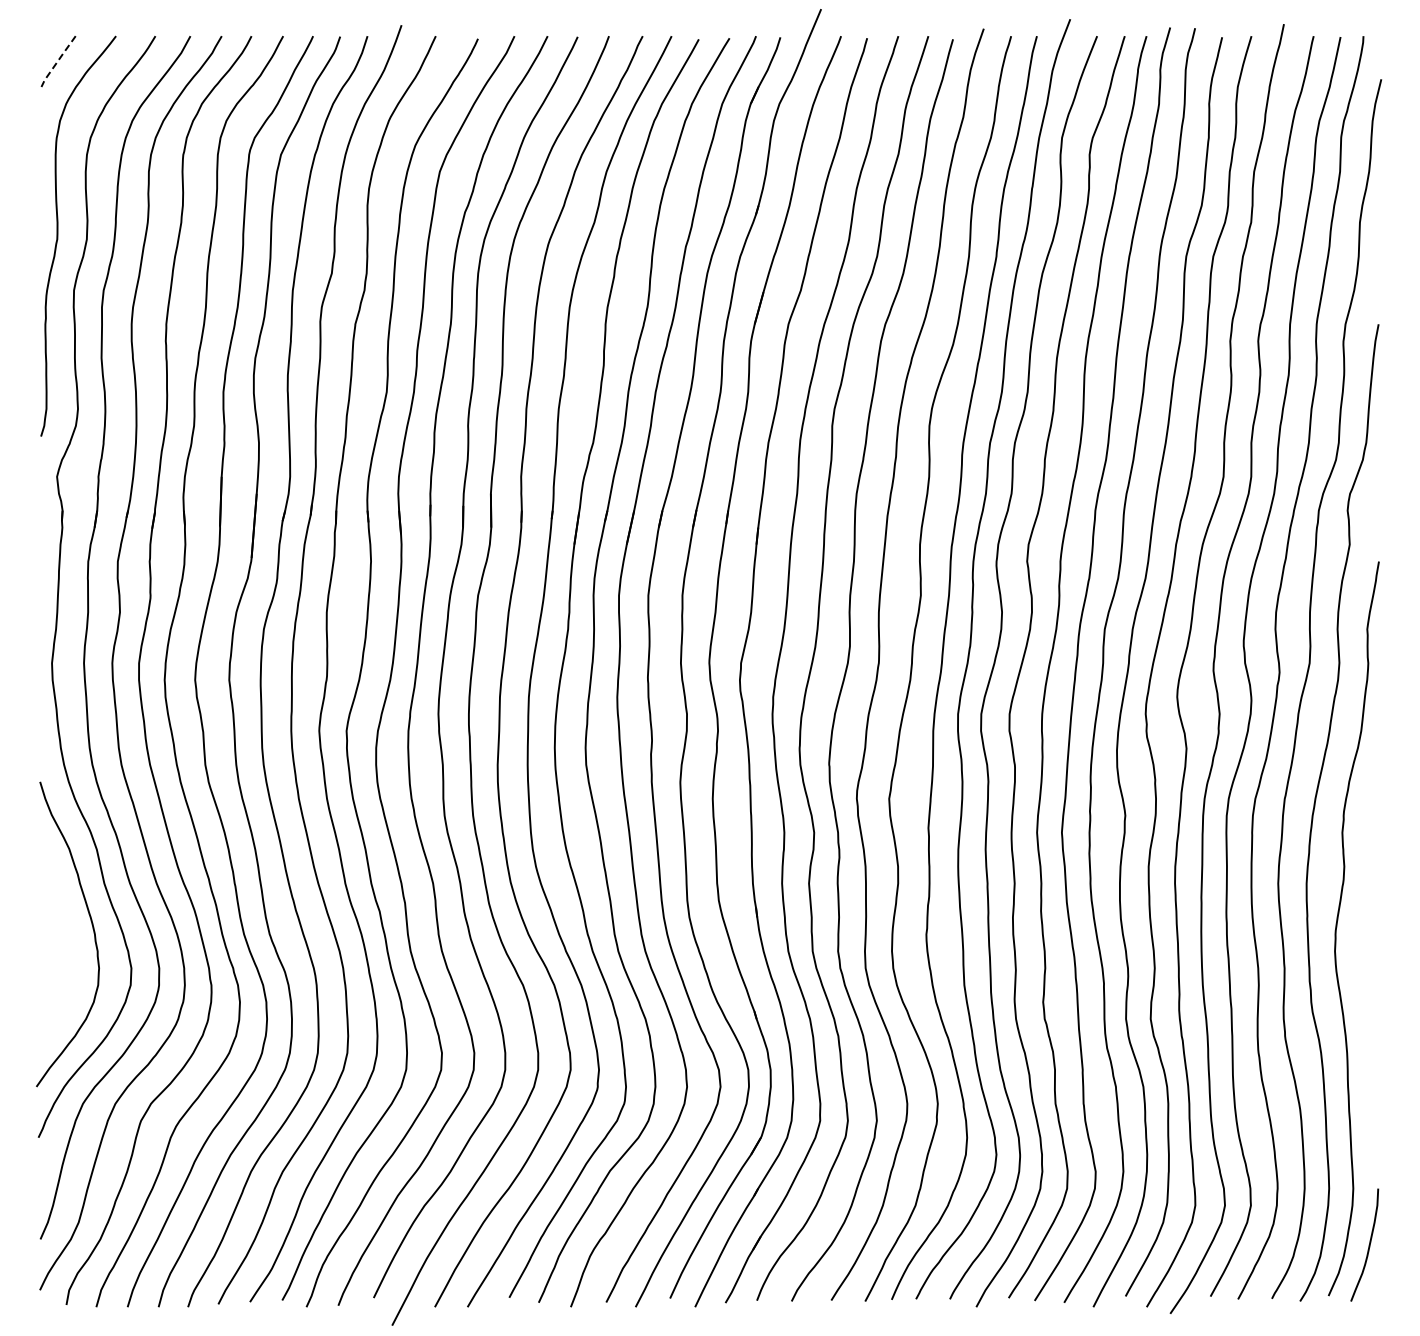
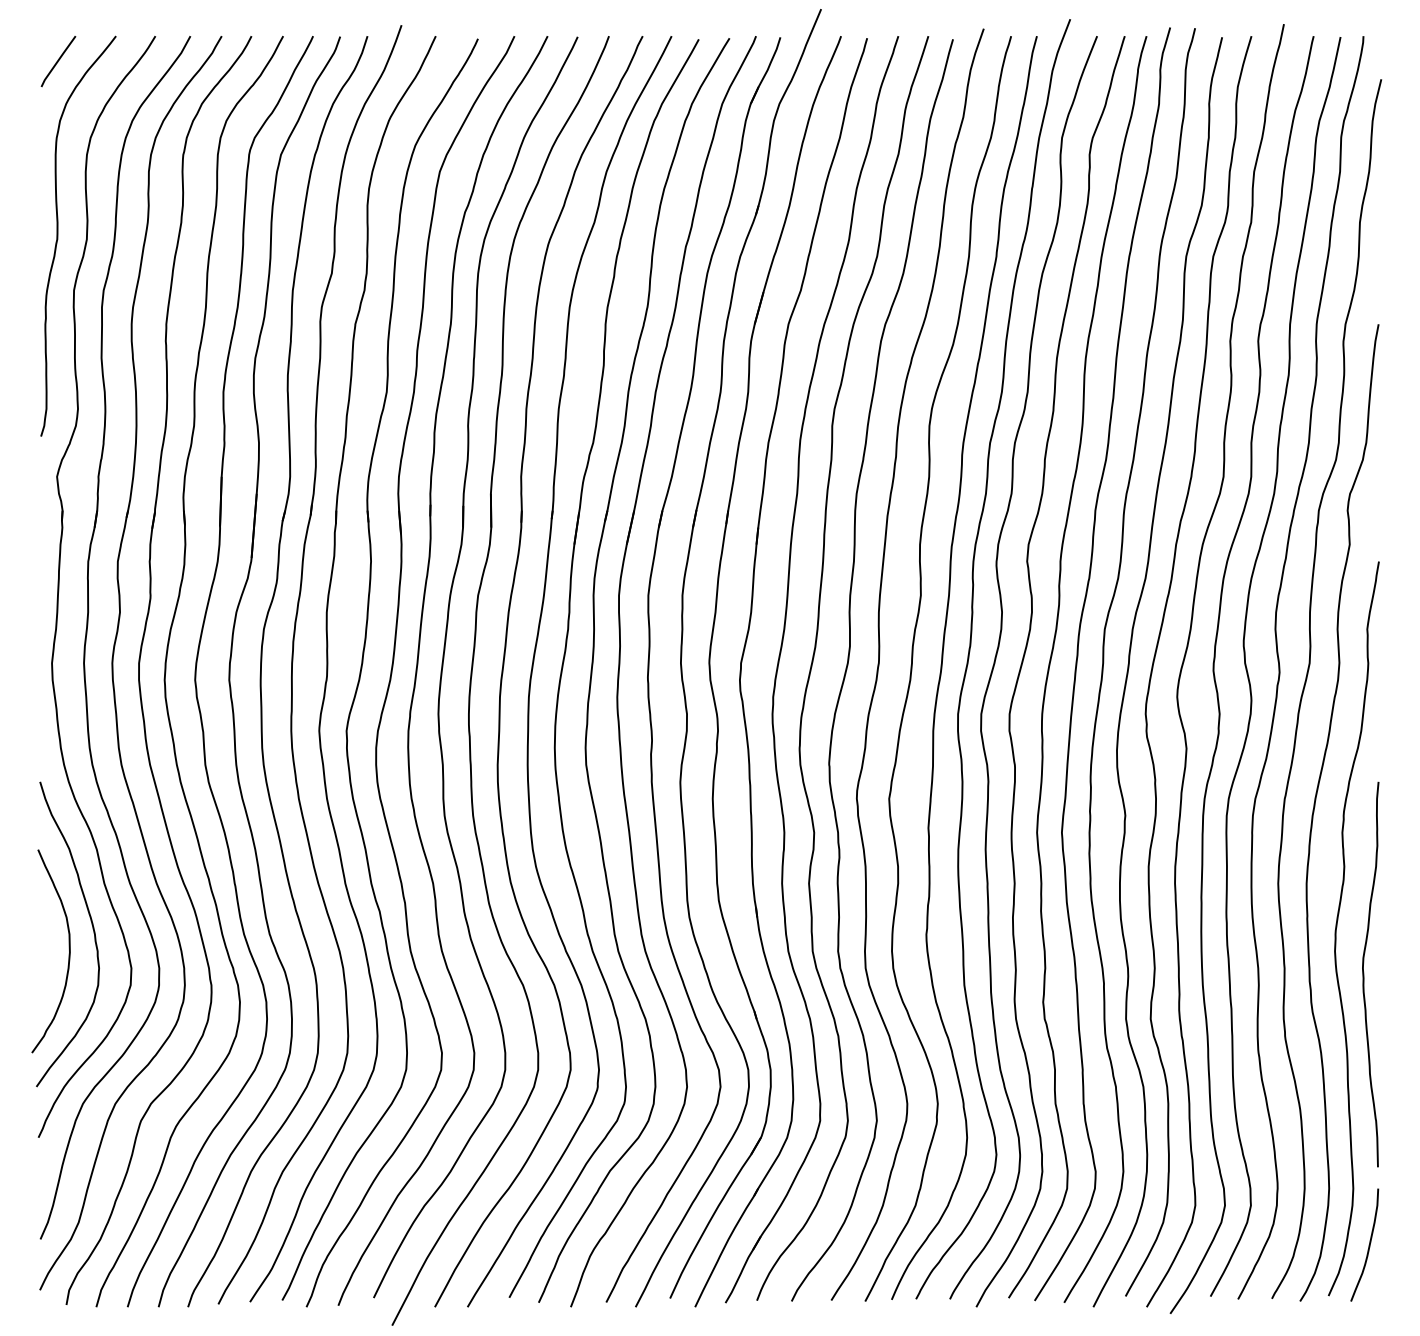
line at (57, 61): dashed -> solid
curve at (68, 953): none -> present
curve at (1364, 974): none -> present
